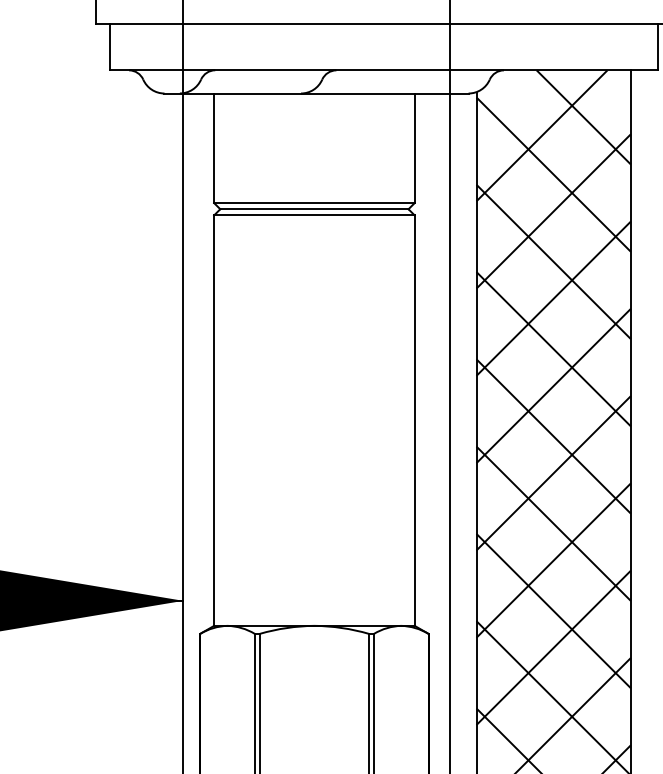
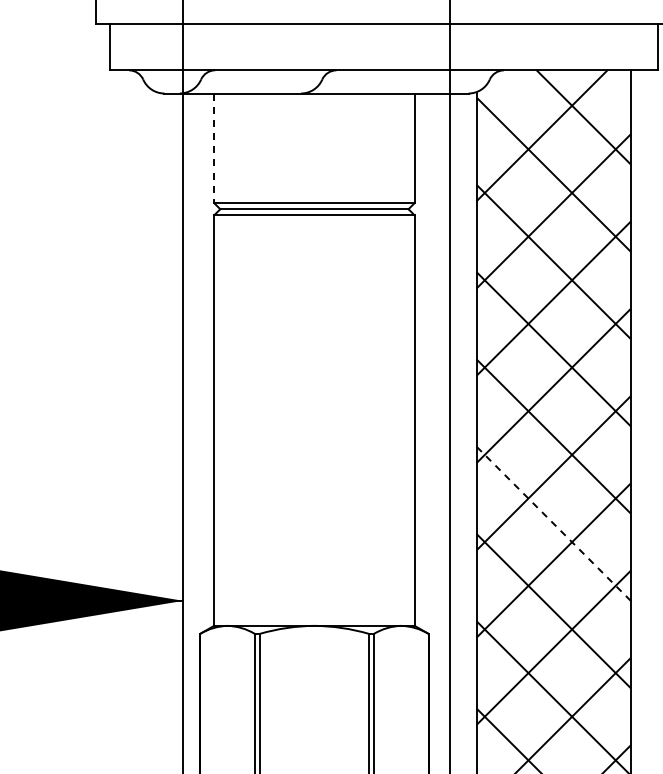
line at (214, 148): solid -> dashed
line at (553, 523): solid -> dashed
